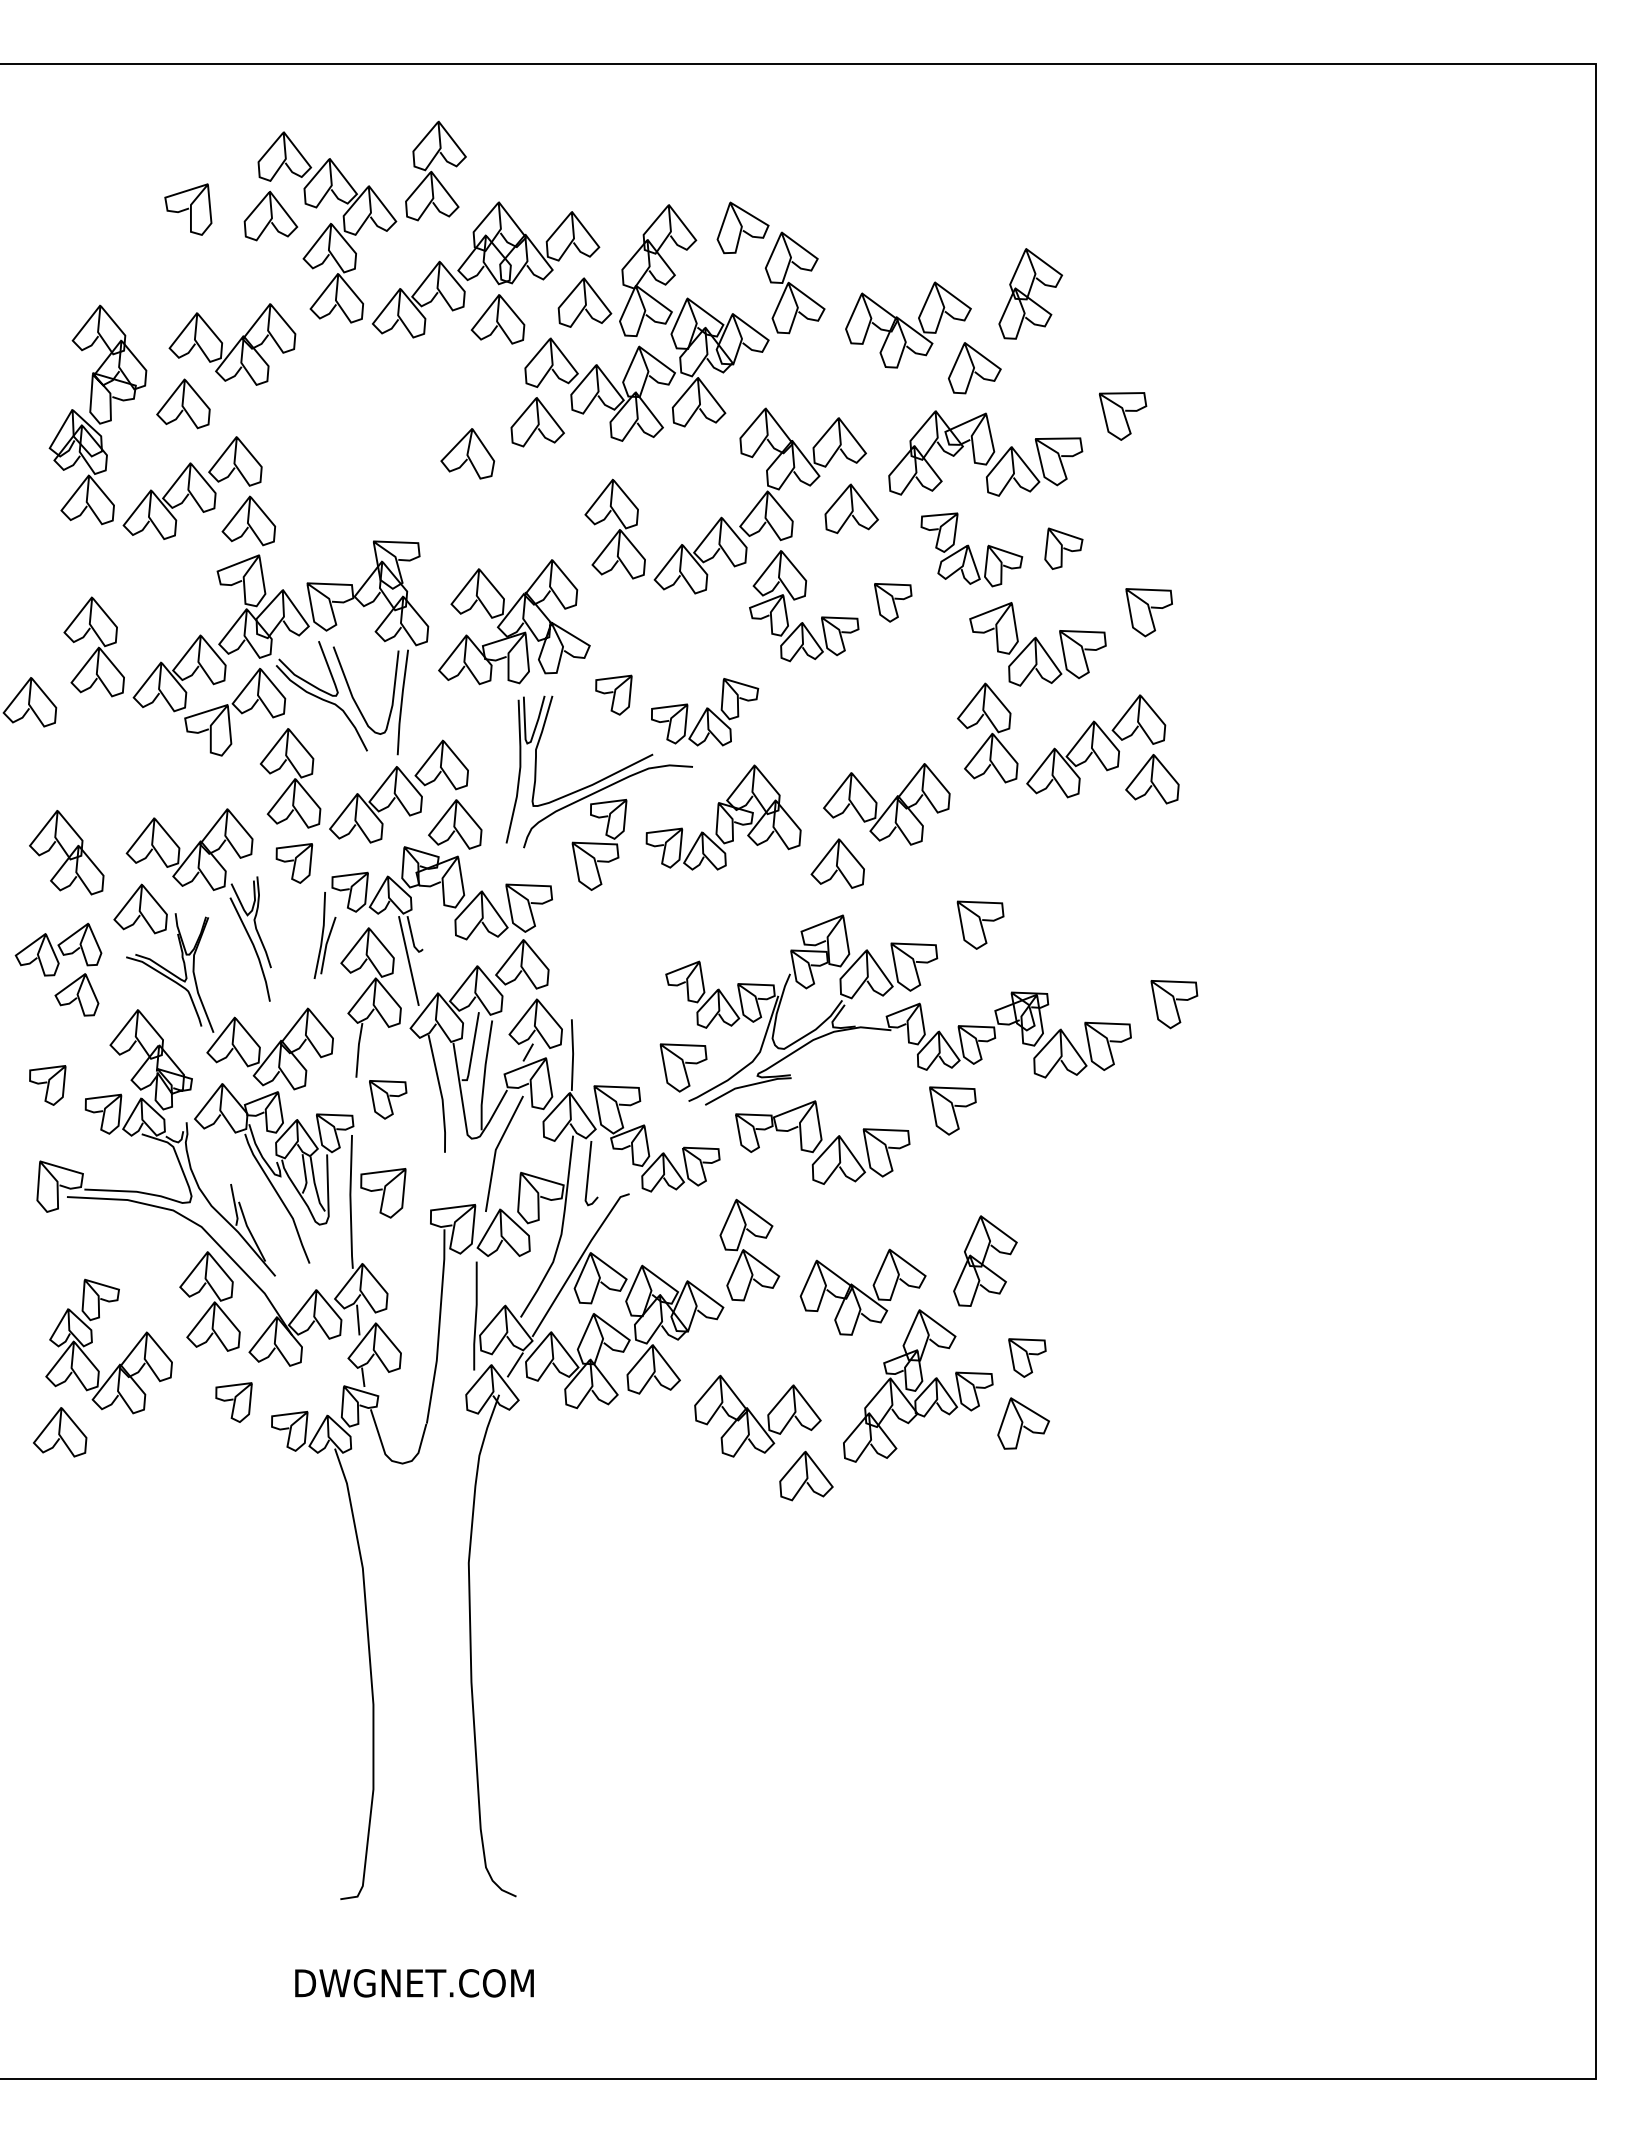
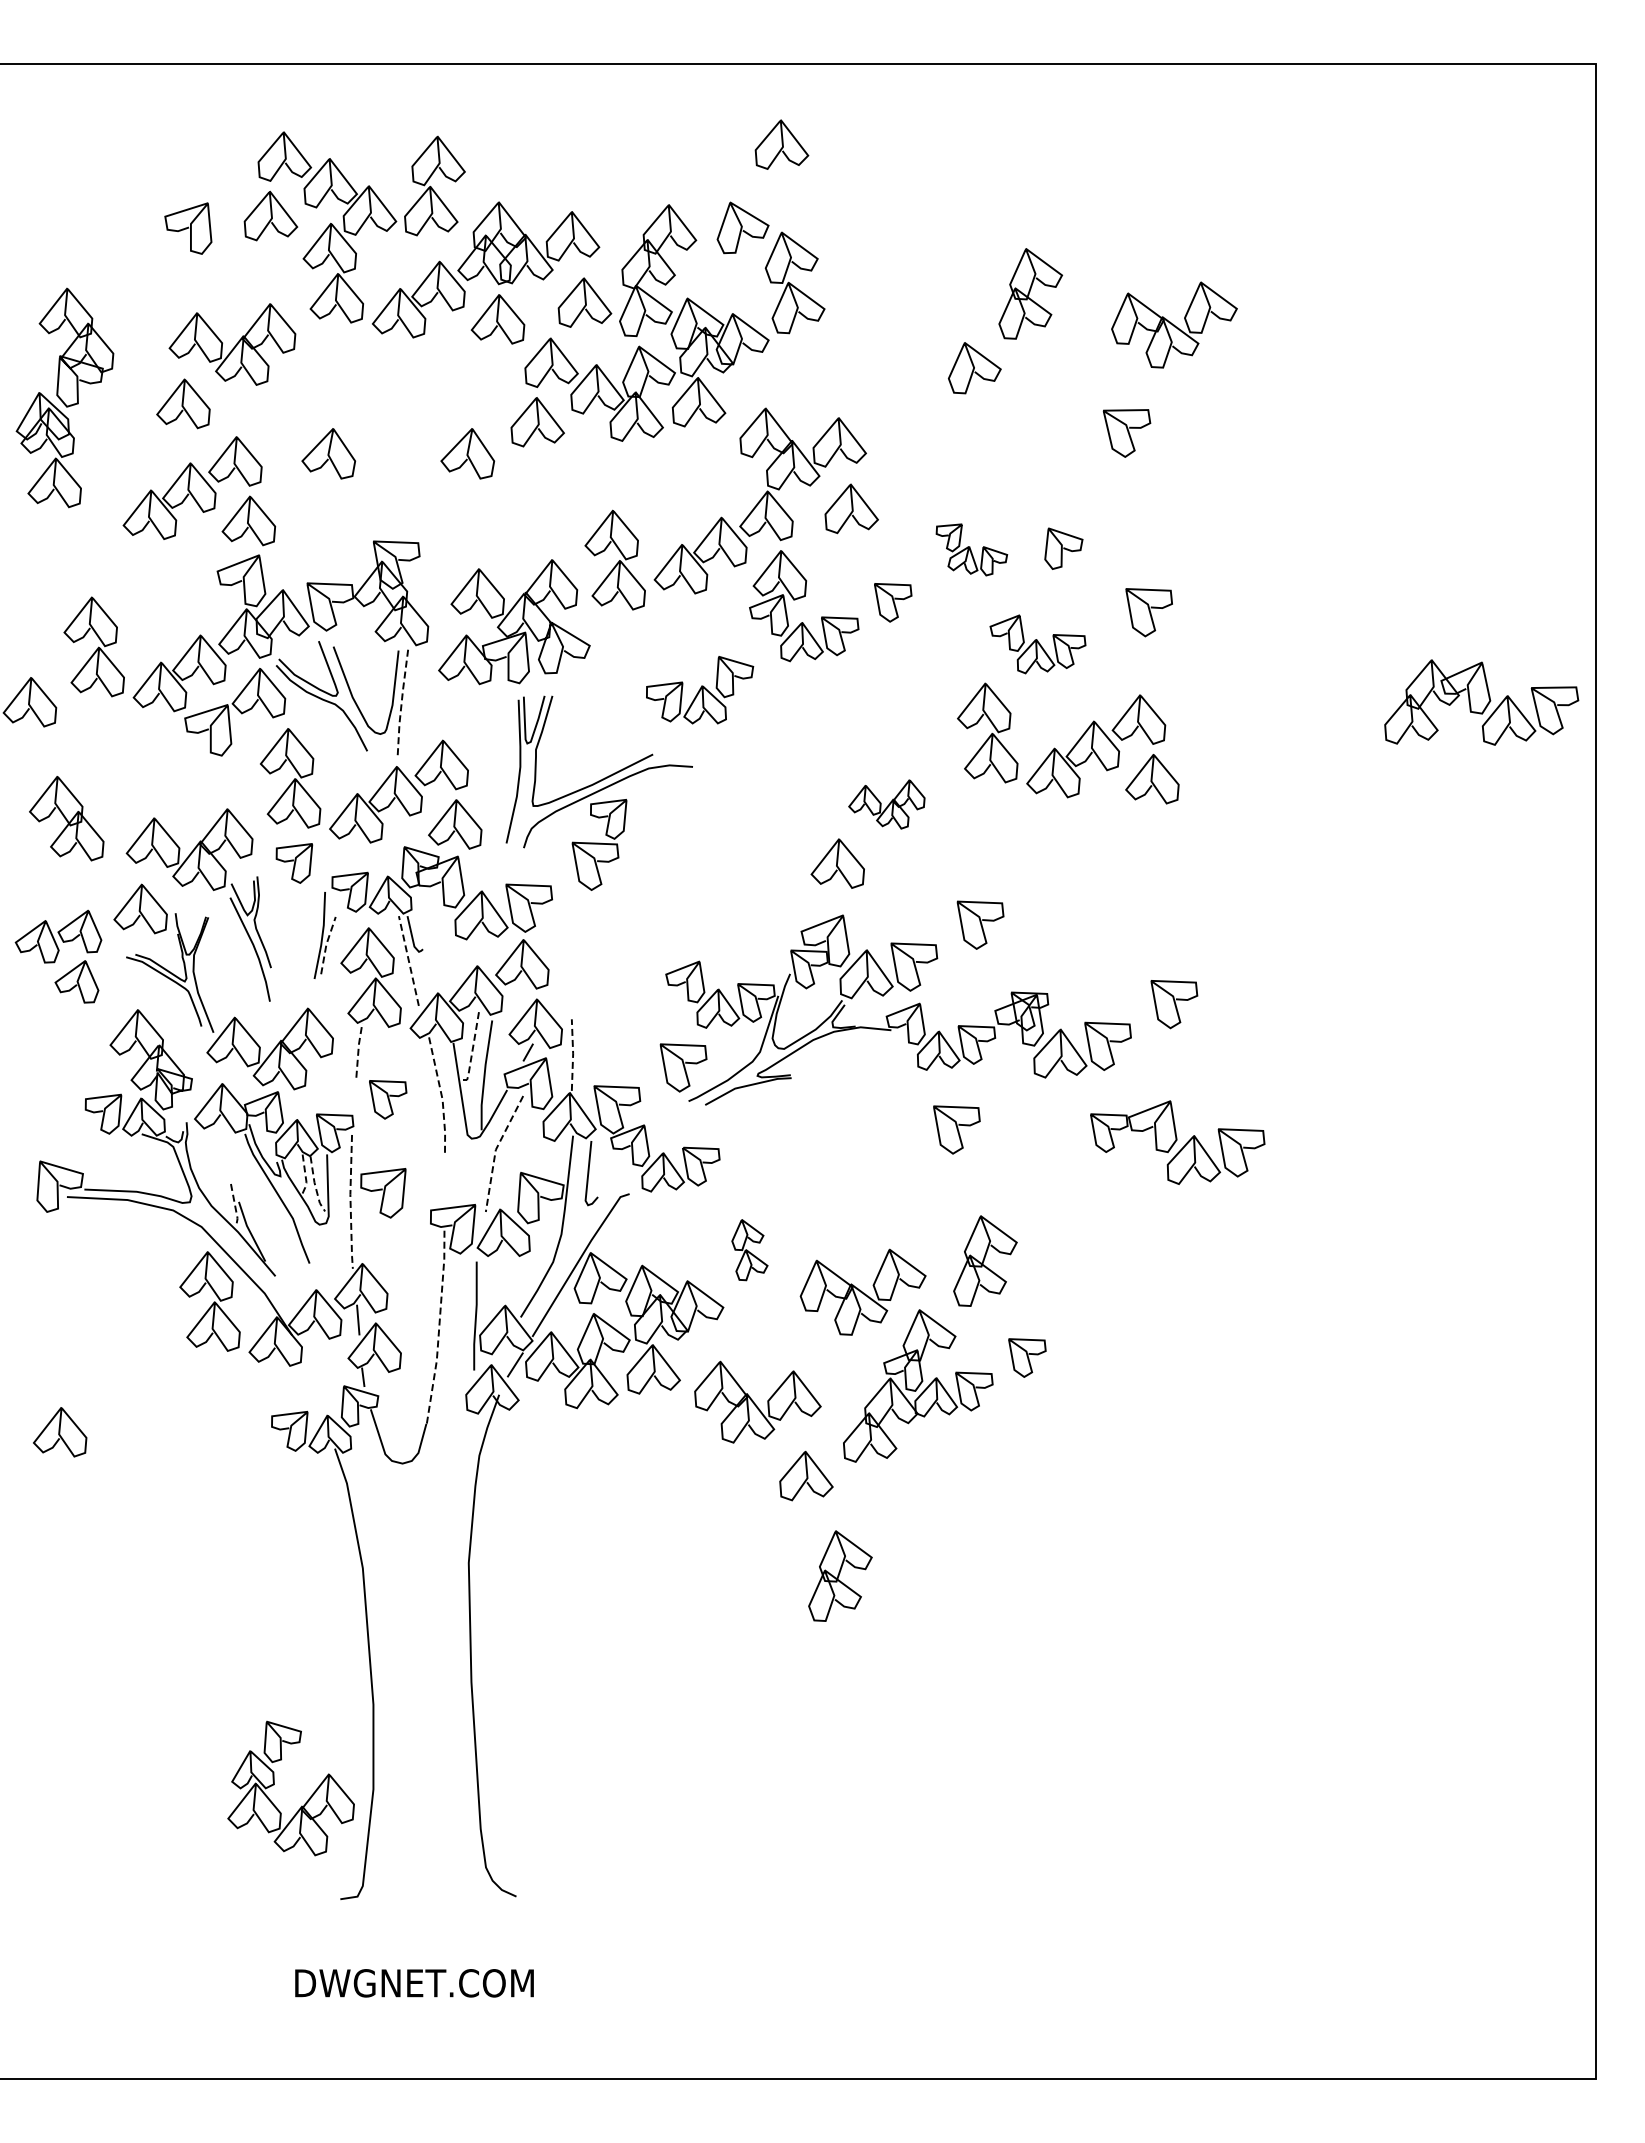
curve at (781, 144): none -> present
part at (435, 170) position: (435, 170) -> (434, 185)
curve at (188, 209) position: (188, 209) -> (188, 228)
part at (908, 324) position: (908, 324) -> (1174, 324)
part at (97, 414) position: (97, 414) -> (64, 397)
curve at (1123, 415) position: (1123, 415) -> (1127, 432)
curve at (328, 453): none -> present
part at (985, 453) position: (985, 453) -> (1481, 702)
part at (614, 528) position: (614, 528) -> (614, 559)
part at (971, 549) size: 104x76 px -> 74x54 px
part at (1037, 644) size: 138x85 px -> 98x61 px
curve at (613, 694): present -> none
line at (401, 703): solid -> dashed
part at (705, 712) position: (705, 712) -> (700, 690)
part at (886, 804) size: 128x83 px -> 78x51 px
part at (723, 817): present -> none
part at (66, 852) position: (66, 852) -> (66, 818)
line at (326, 944): solid -> dashed
line at (408, 961): solid -> dashed
part at (58, 969) position: (58, 969) -> (58, 956)
line at (358, 1049): solid -> dashed
line at (472, 1050): solid -> dashed
line at (573, 1054): solid -> dashed
curve at (47, 1085): present -> none
line at (441, 1094): solid -> dashed
curve at (952, 1110) position: (952, 1110) -> (956, 1129)
part at (822, 1142) position: (822, 1142) -> (1177, 1142)
line at (495, 1150): solid -> dashed
line at (305, 1174): solid -> dashed
line at (315, 1184): solid -> dashed
line at (350, 1202): solid -> dashed
line at (235, 1206): solid -> dashed
part at (749, 1249) size: 62x104 px -> 38x63 px
line at (439, 1326): solid -> dashed
part at (92, 1343) position: (92, 1343) -> (274, 1785)
curve at (233, 1402): present -> none
part at (757, 1415) position: (757, 1415) -> (757, 1401)
curve at (1023, 1423): present -> none
part at (840, 1575): none -> present
